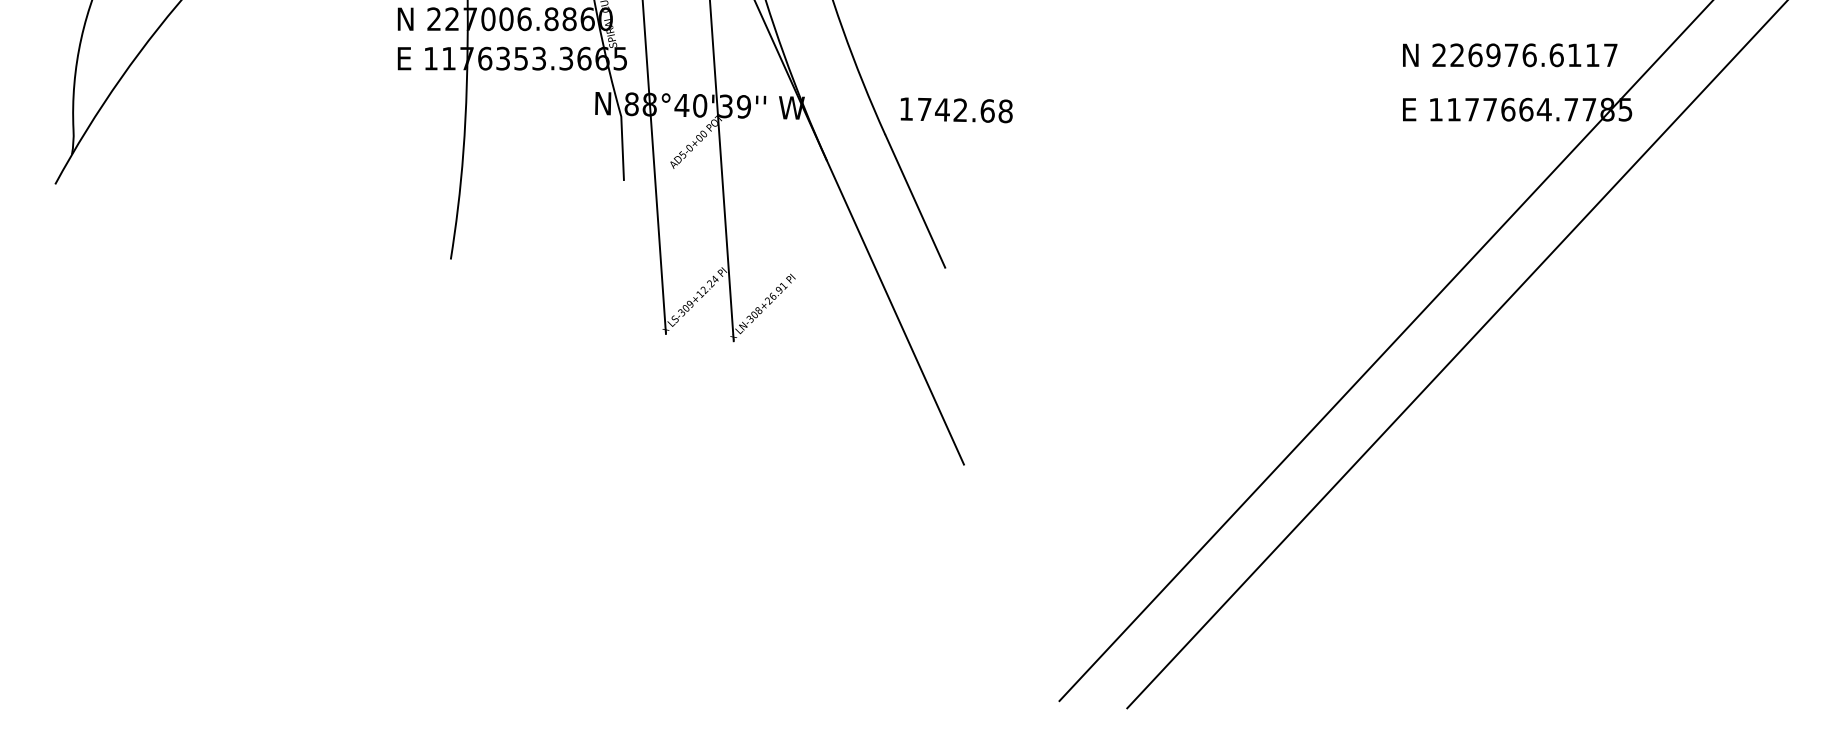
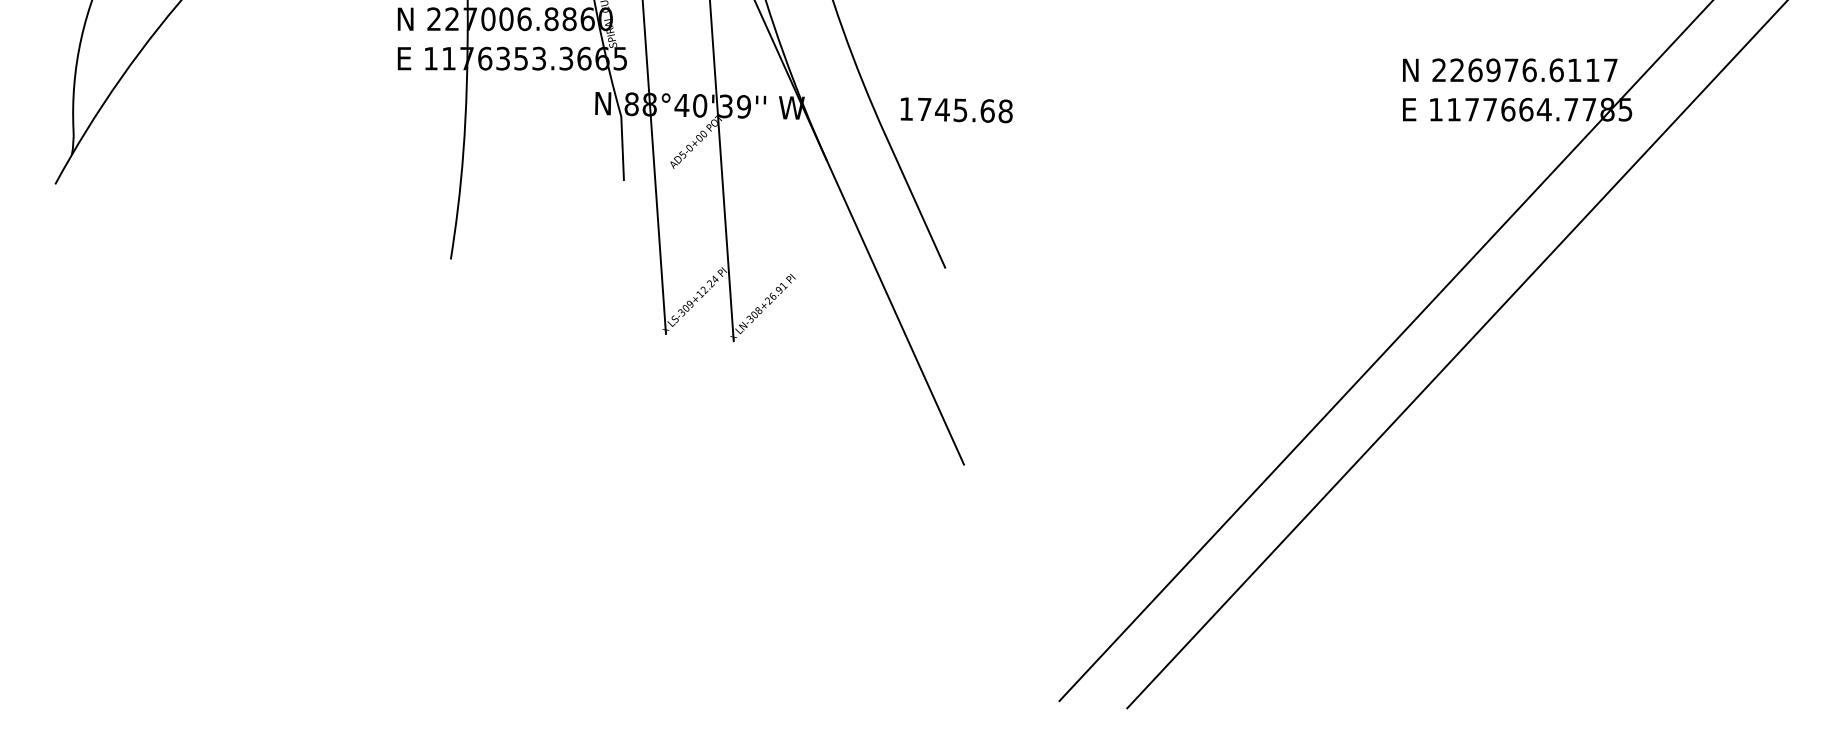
text at (1510, 55) position: (1510, 55) -> (1510, 70)
text at (960, 110): 1742.68 -> 1745.68
